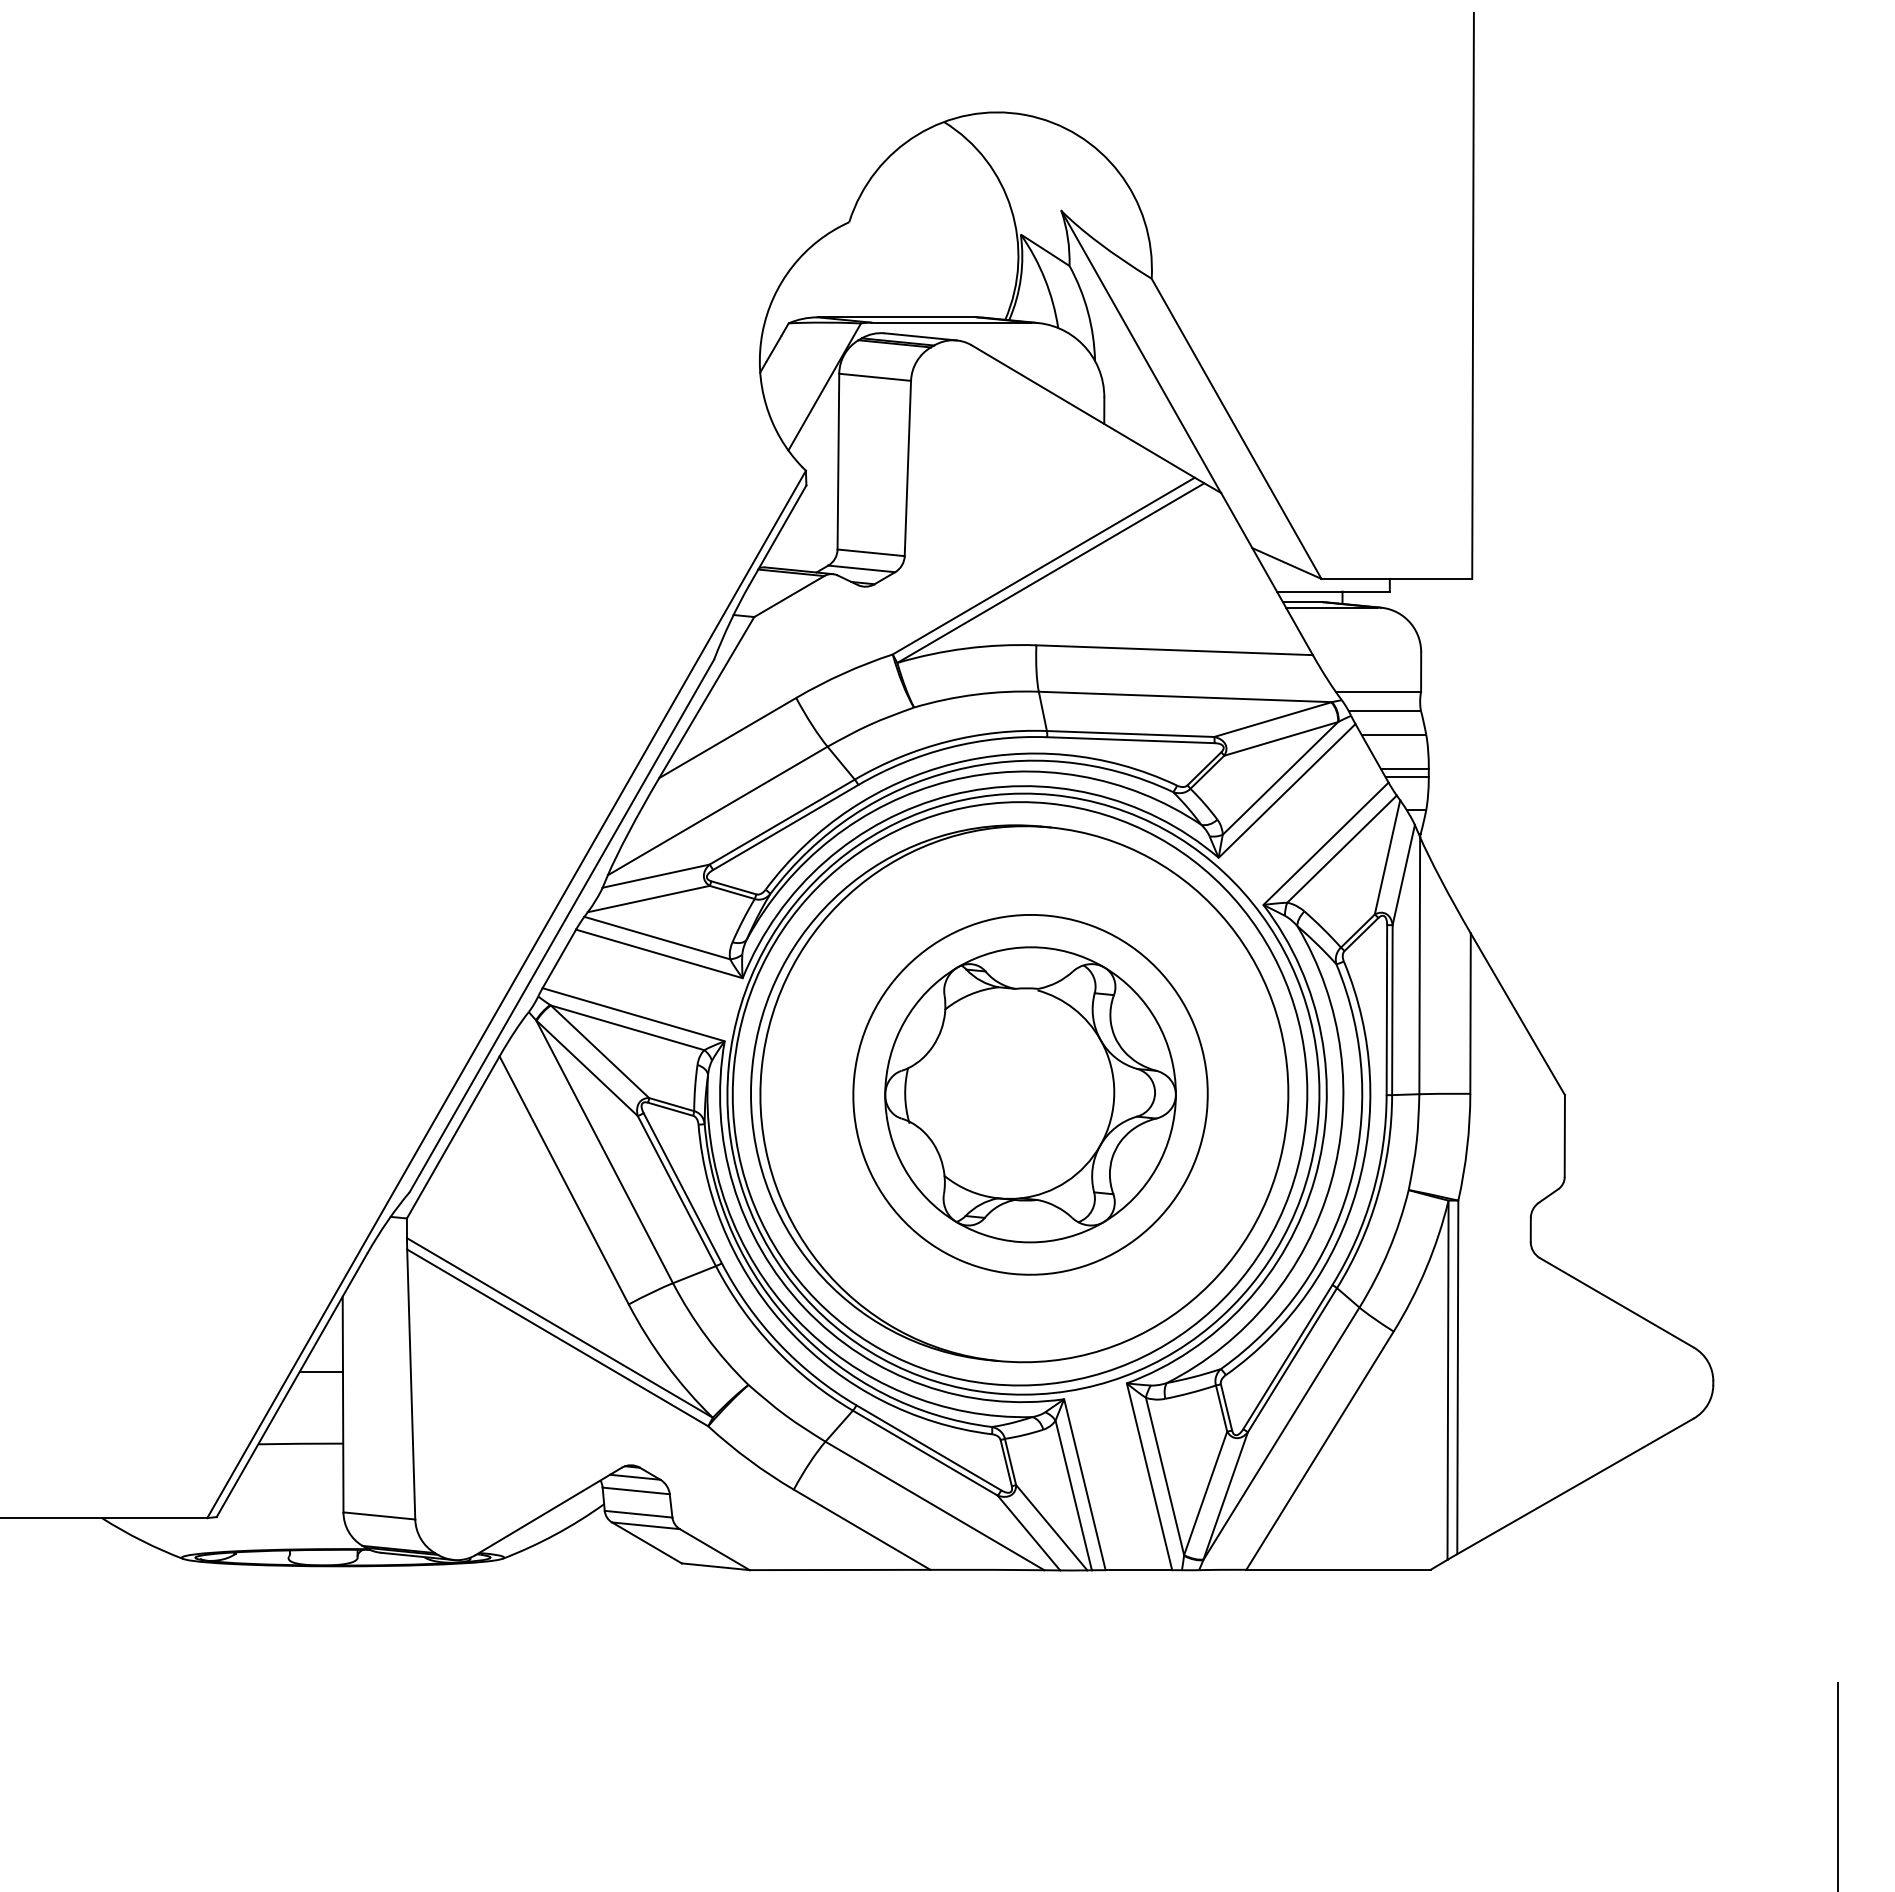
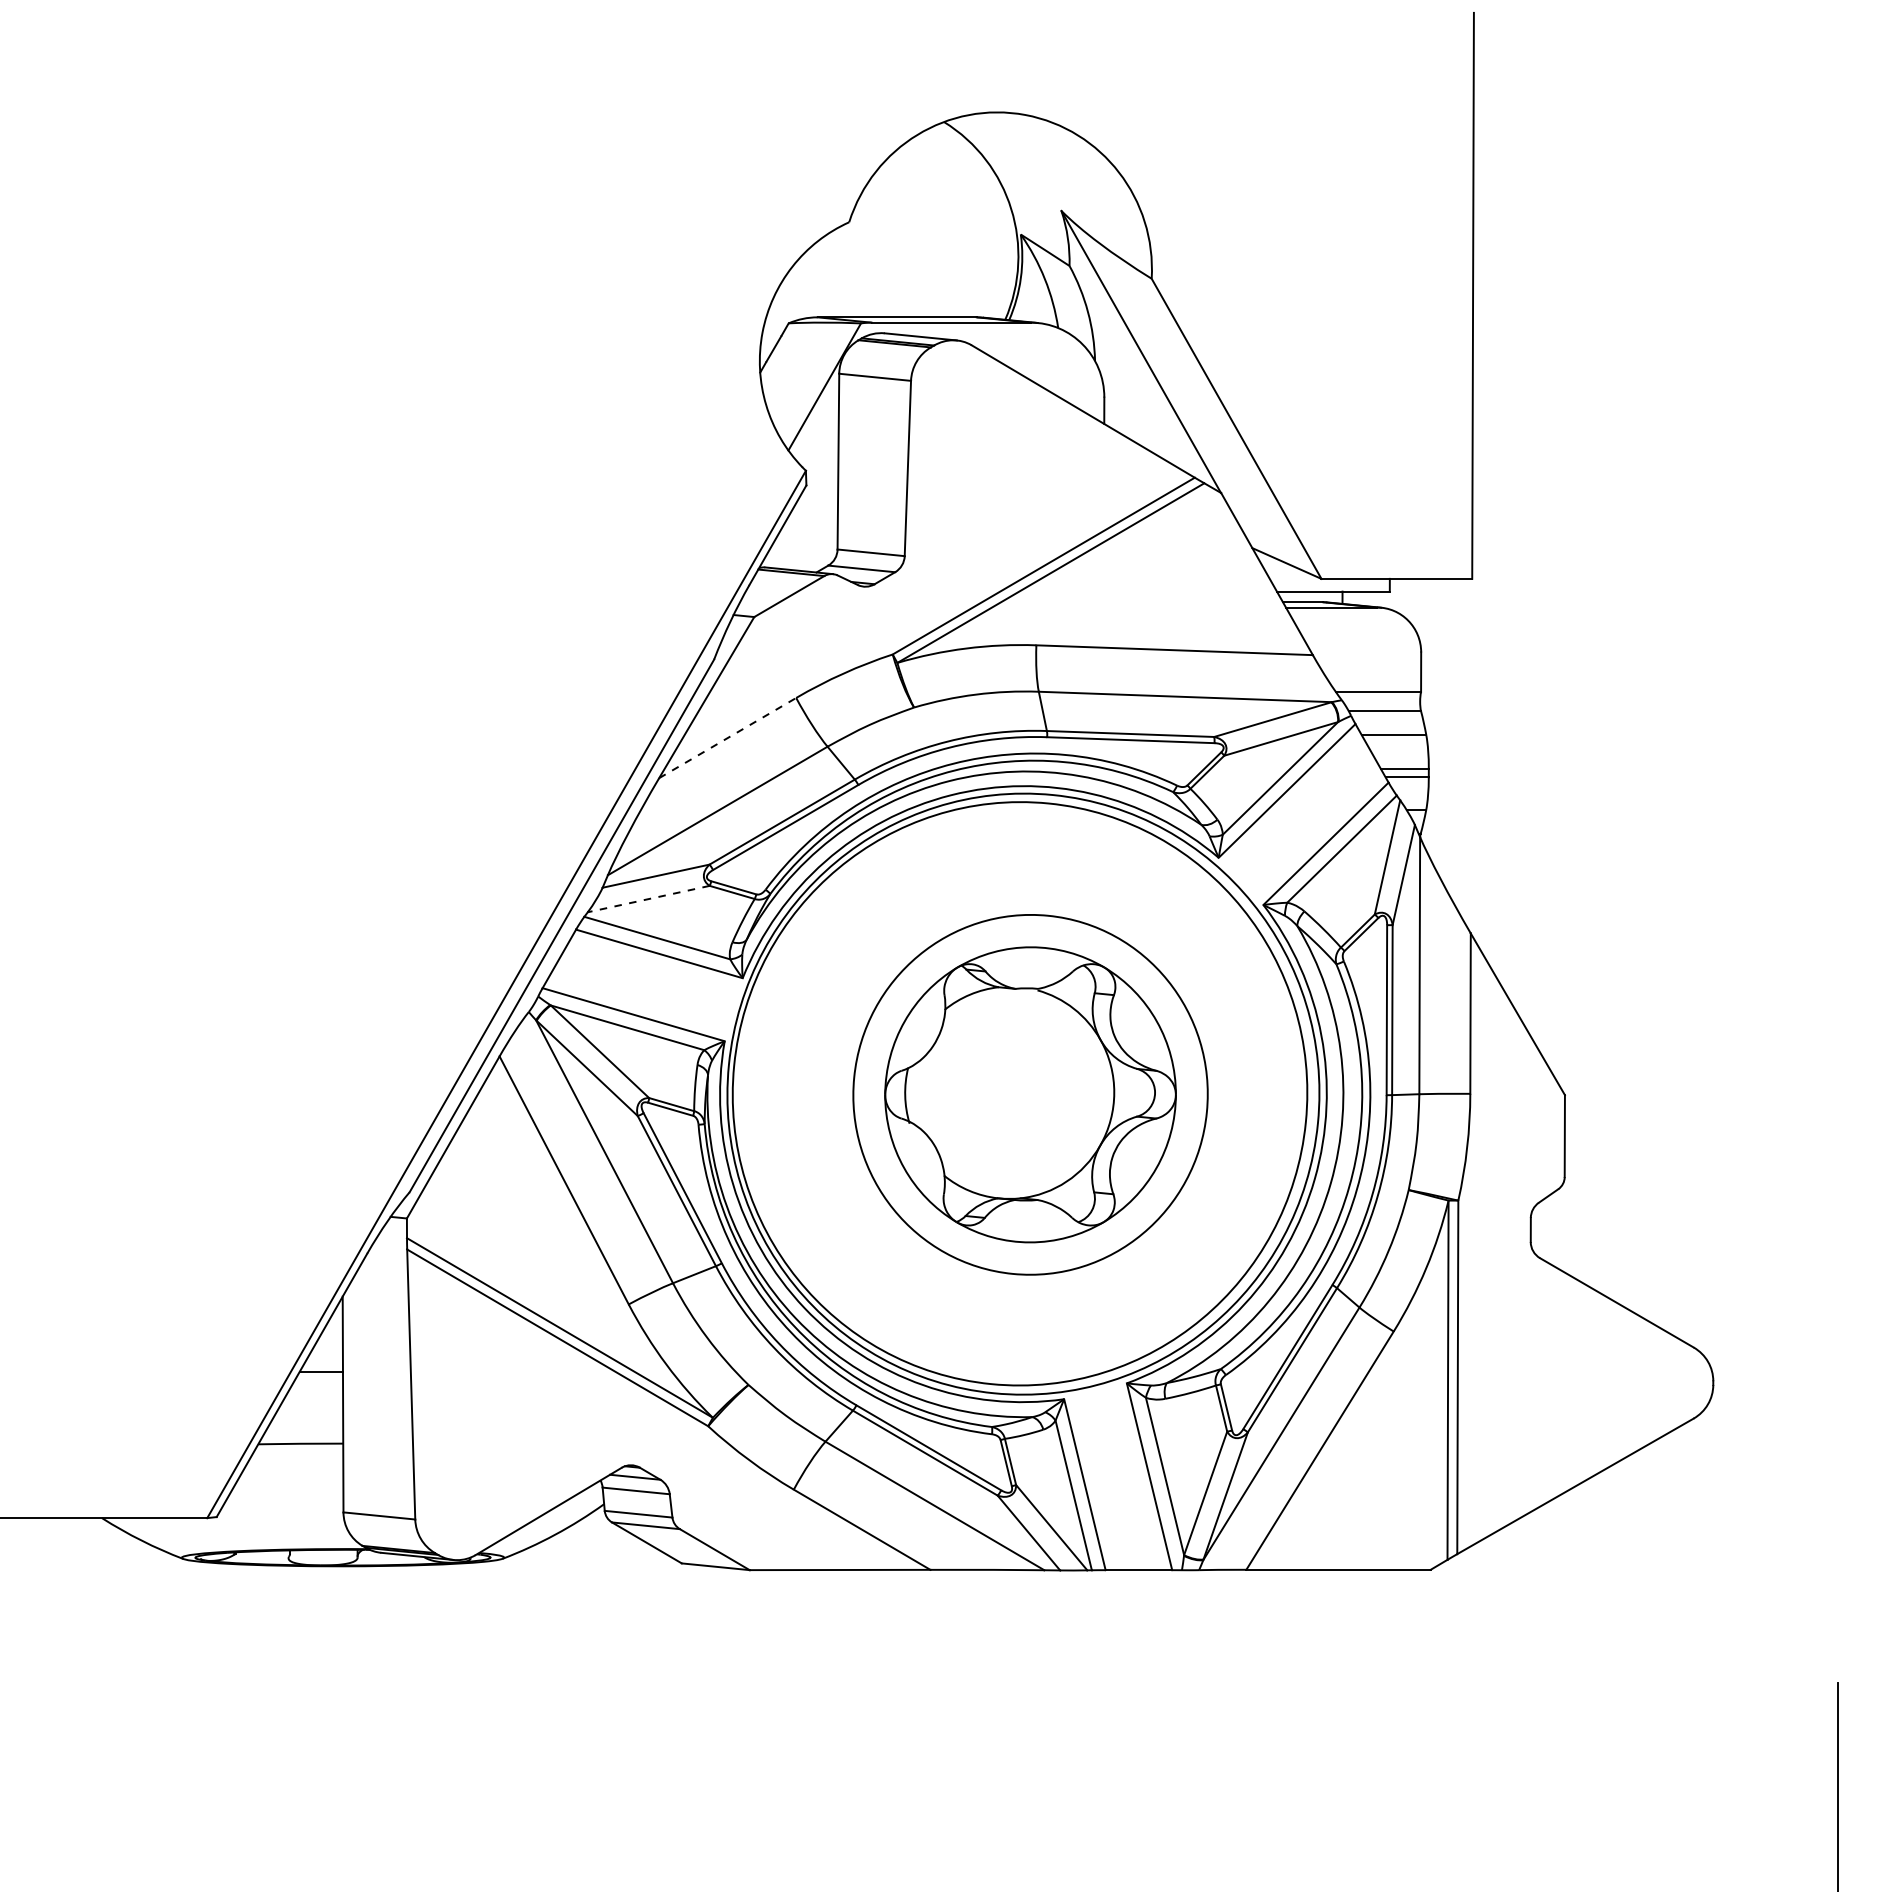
line at (728, 737): solid -> dashed
line at (648, 899): solid -> dashed
part at (1019, 1093): present -> none
